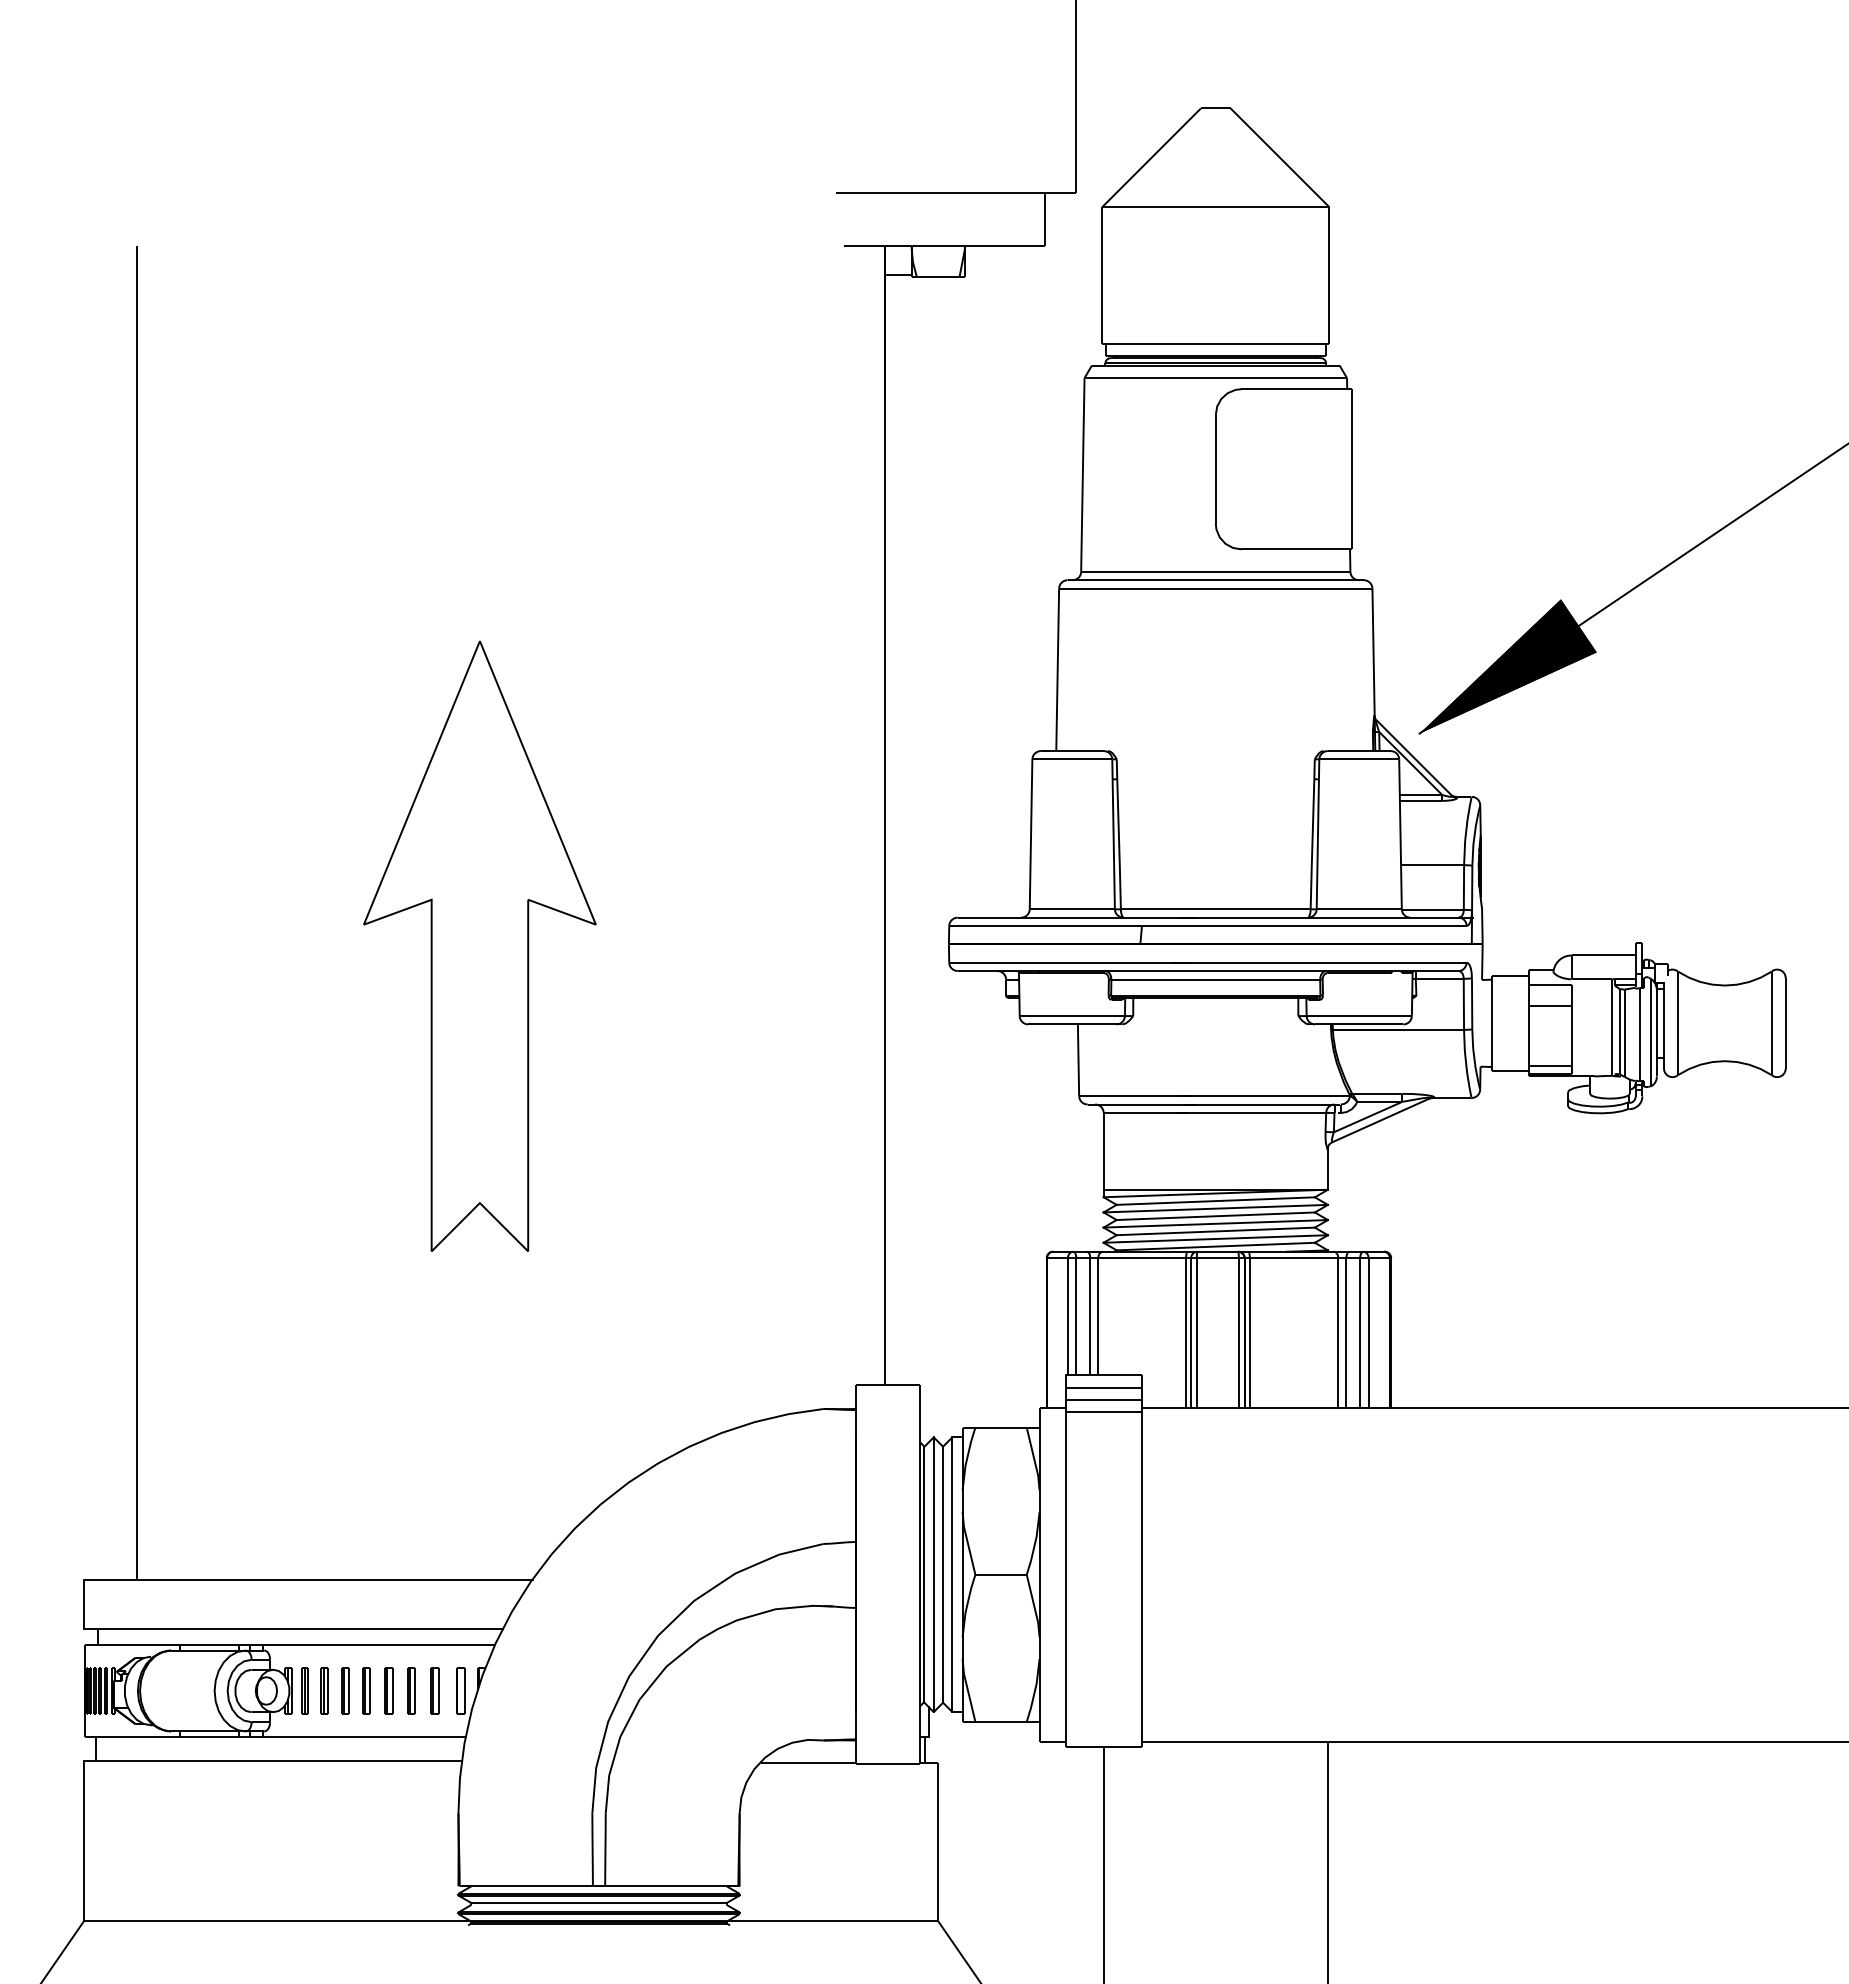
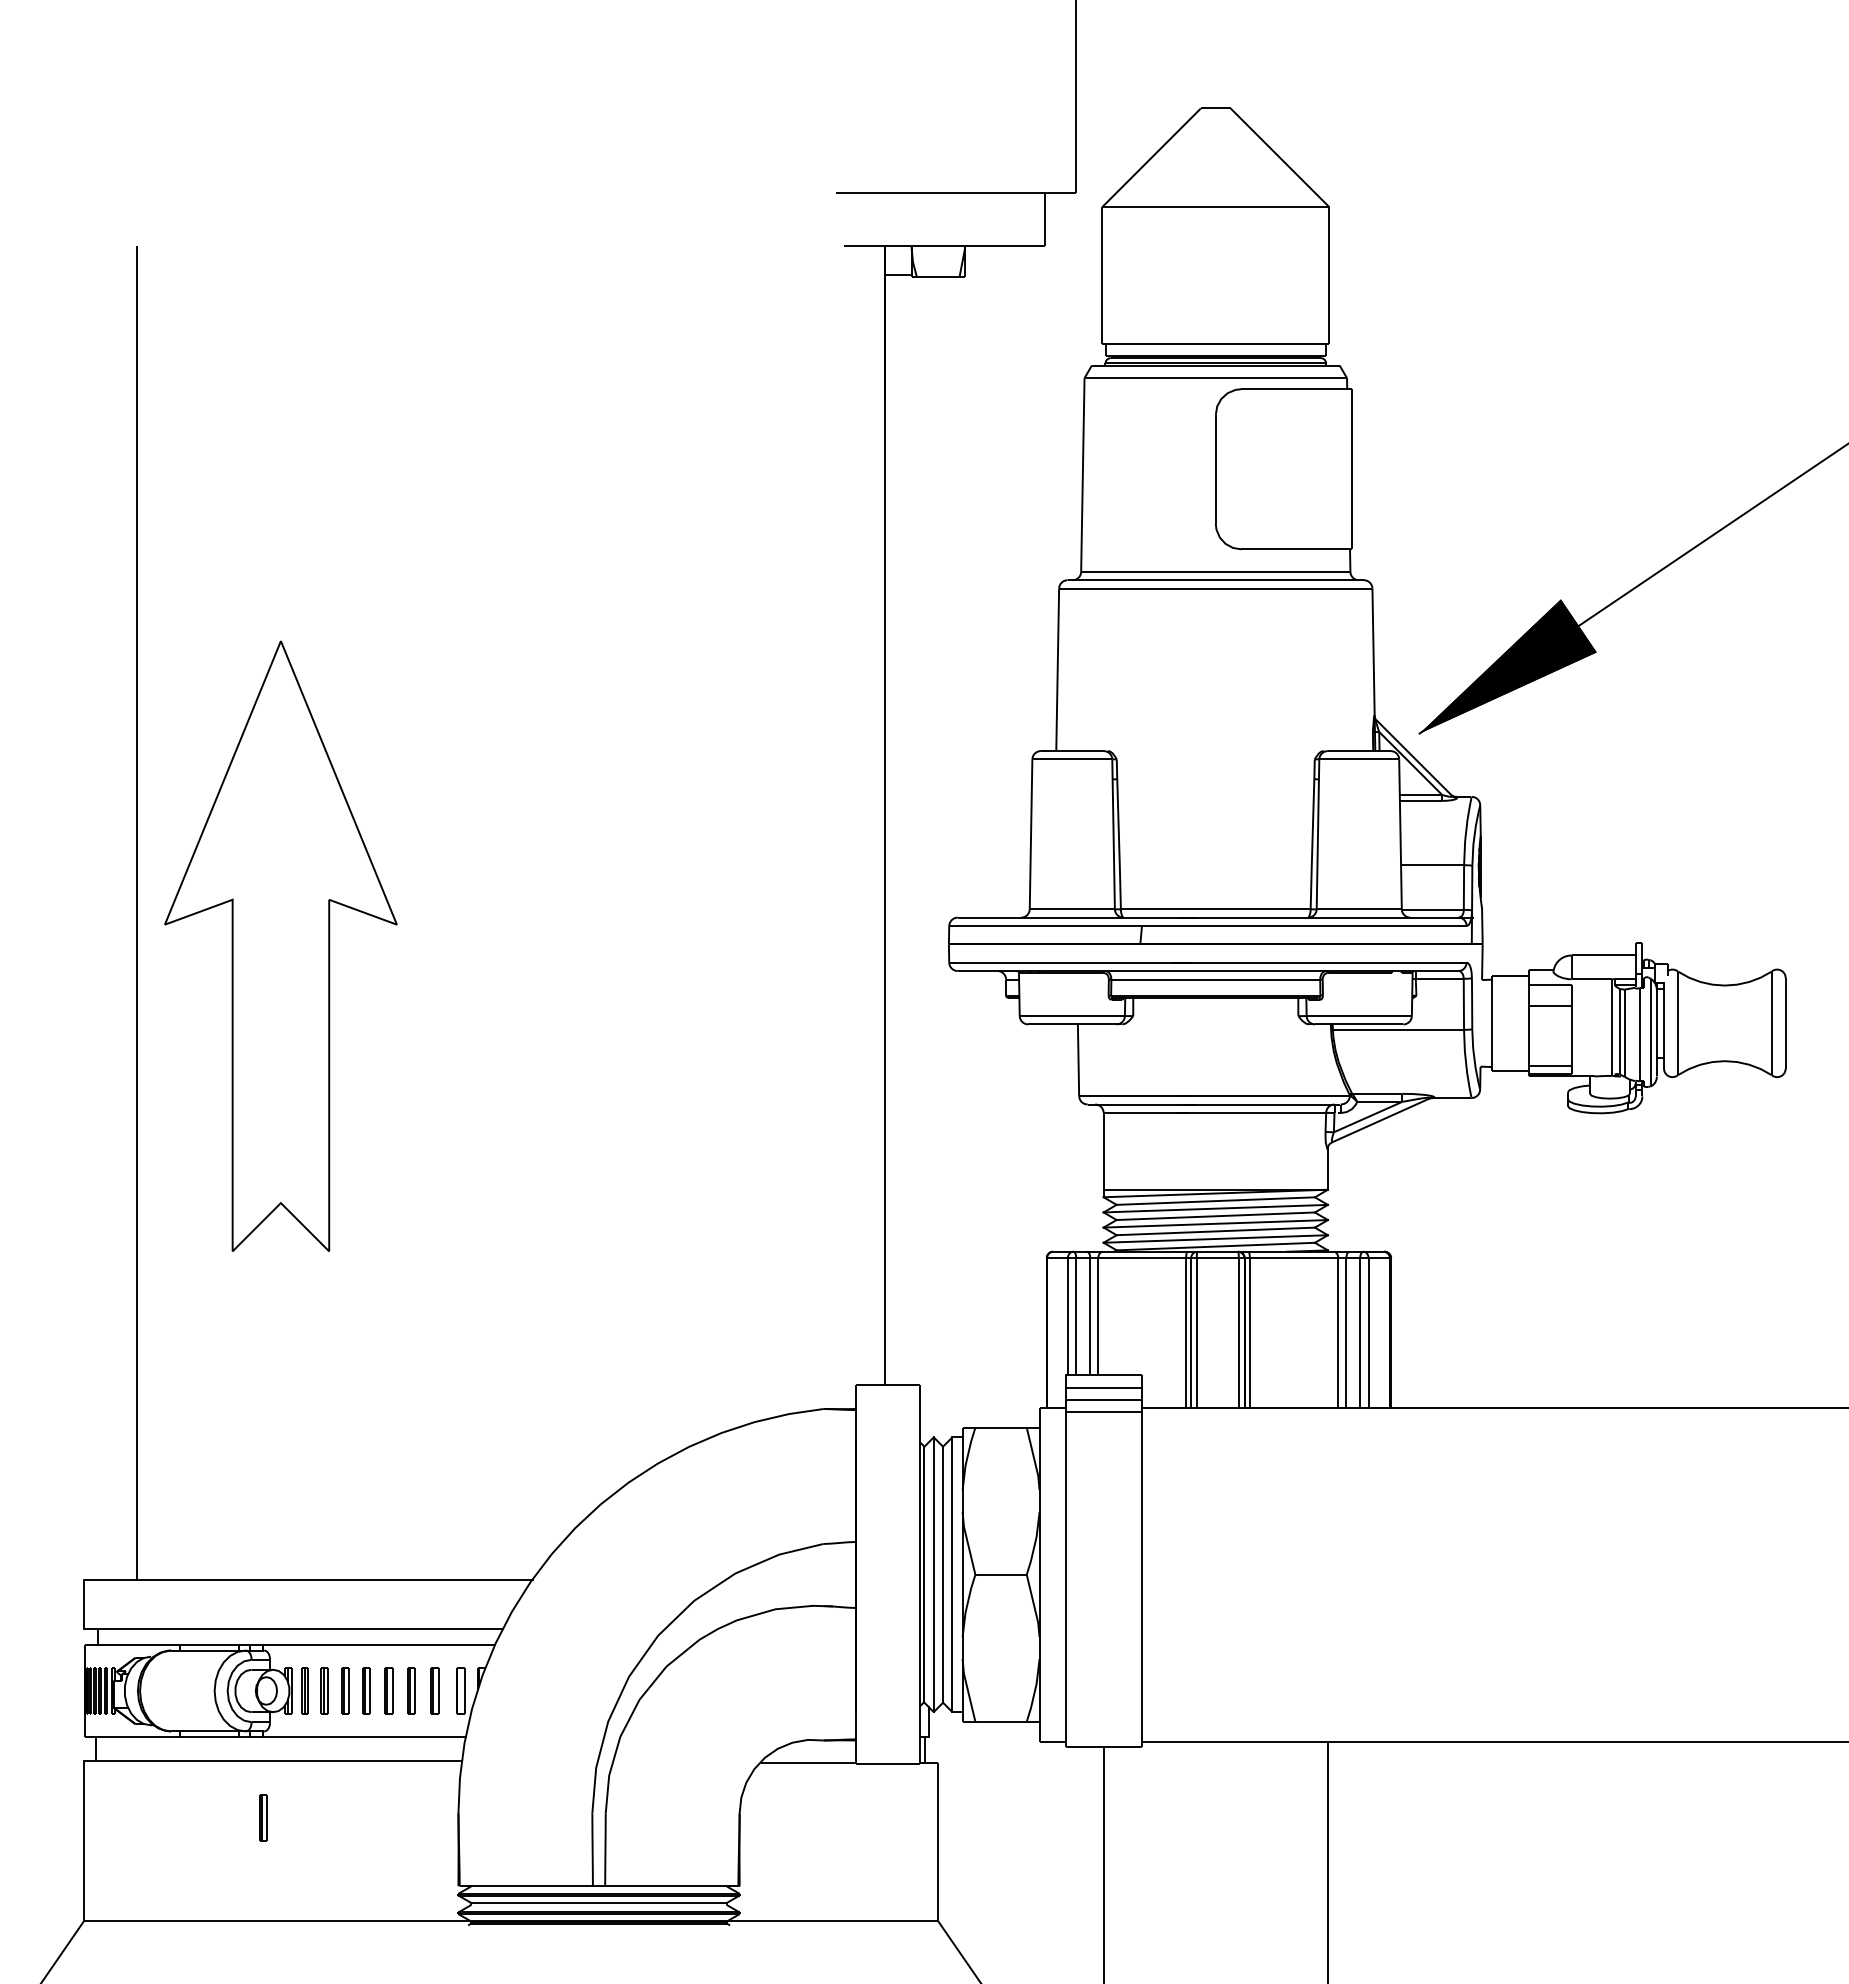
part at (479, 945) position: (479, 945) -> (280, 945)
part at (263, 1817): none -> present
